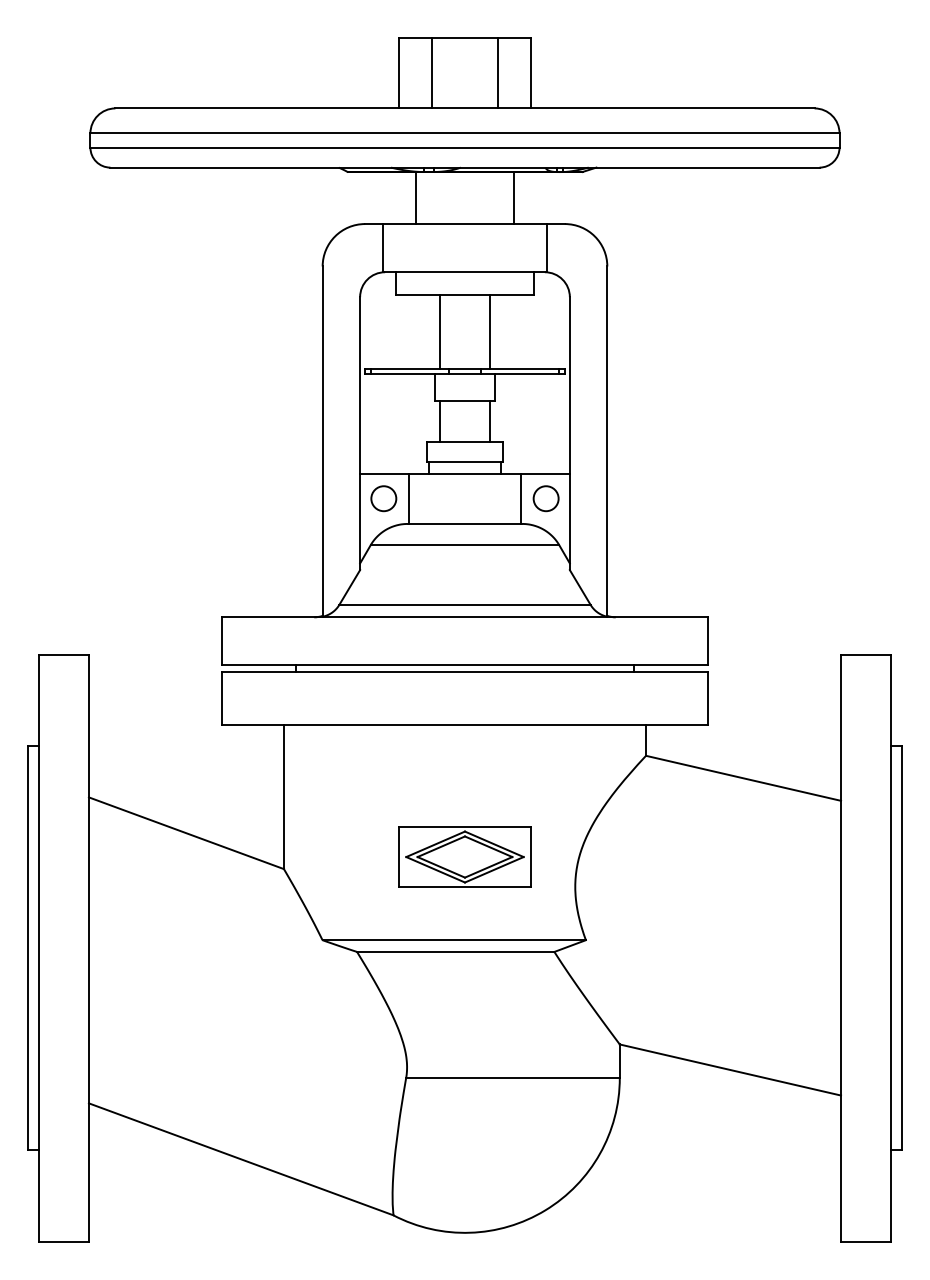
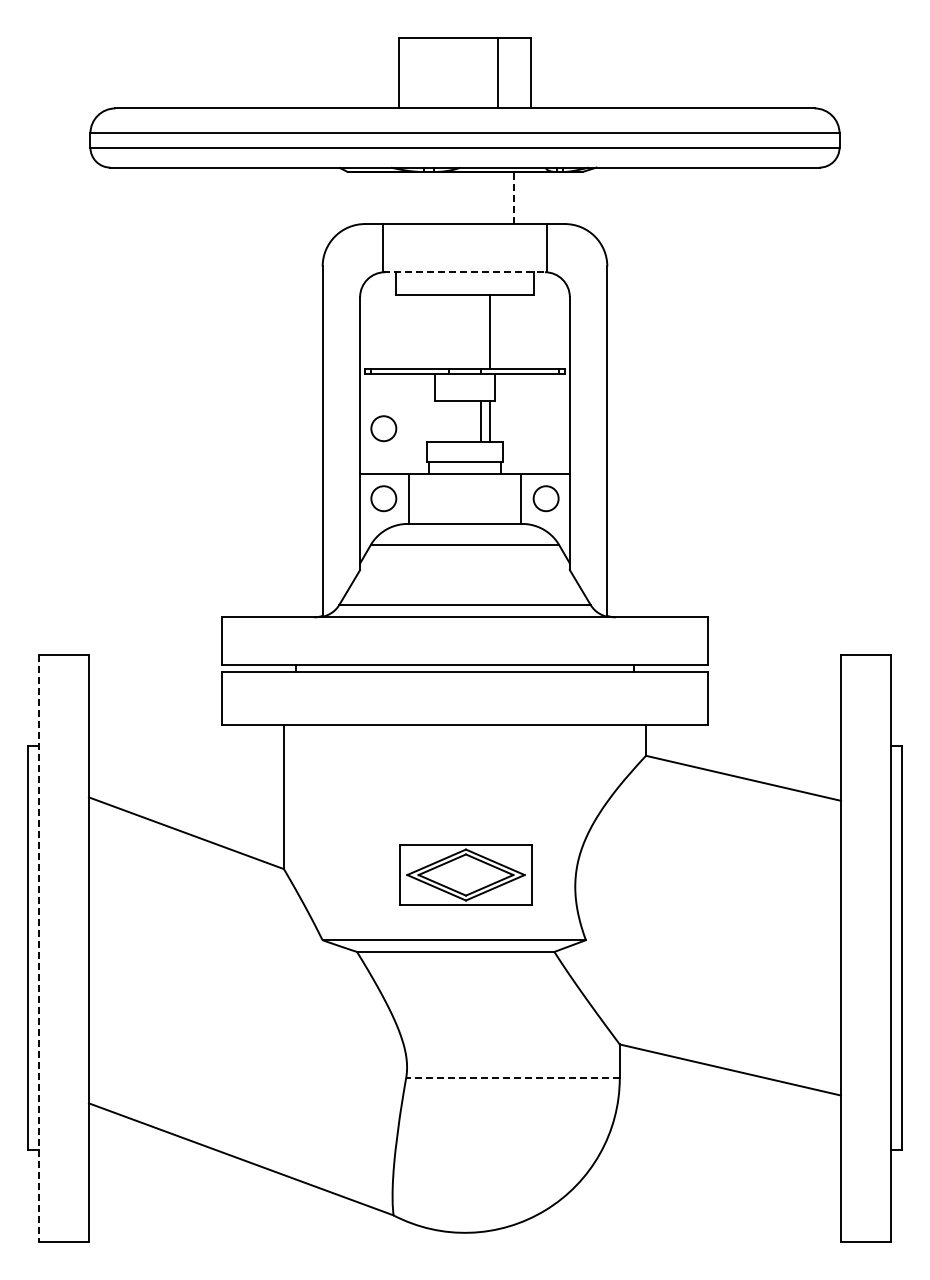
line at (431, 73): present -> none
line at (416, 198): present -> none
line at (513, 198): solid -> dashed
line at (465, 272): solid -> dashed
line at (440, 331): present -> none
line at (440, 420) position: (440, 420) -> (481, 420)
circle at (383, 428): none -> present
part at (464, 856) position: (464, 856) -> (465, 874)
line at (39, 948): solid -> dashed
line at (512, 1078): solid -> dashed
